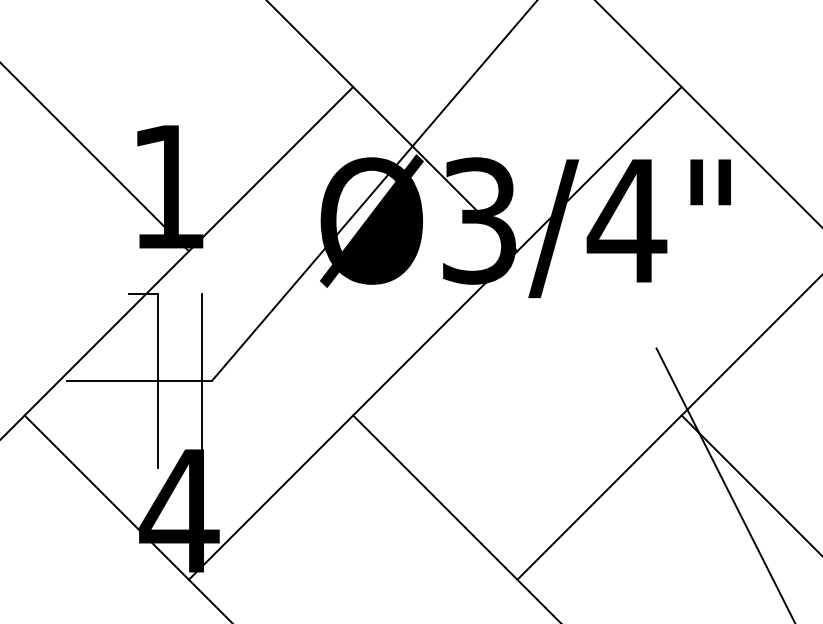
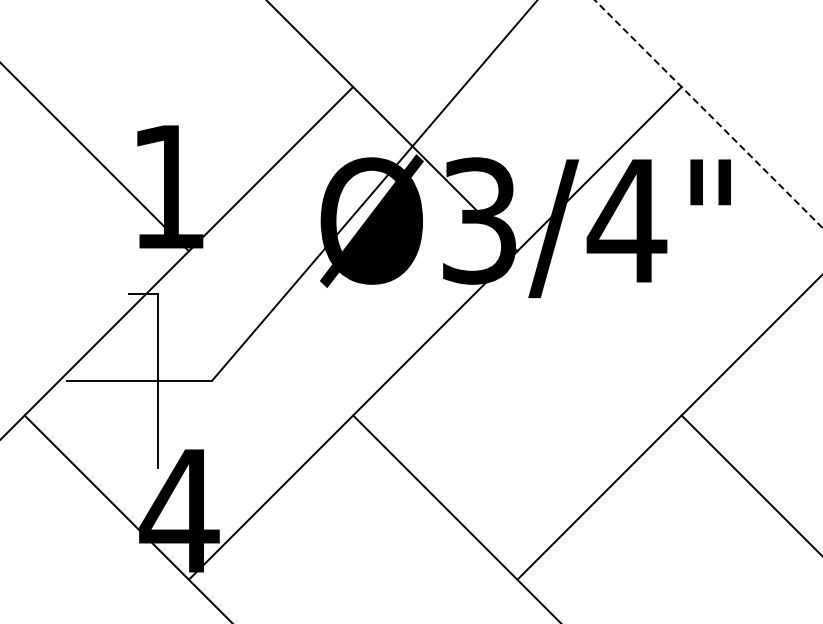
line at (708, 114): solid -> dashed
line at (201, 380): present -> none
line at (724, 484): present -> none
